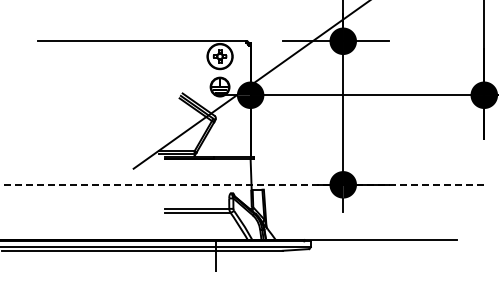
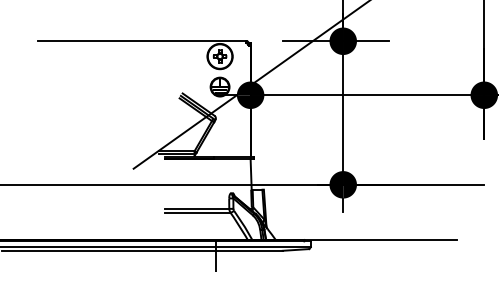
line at (242, 184): dashed -> solid
